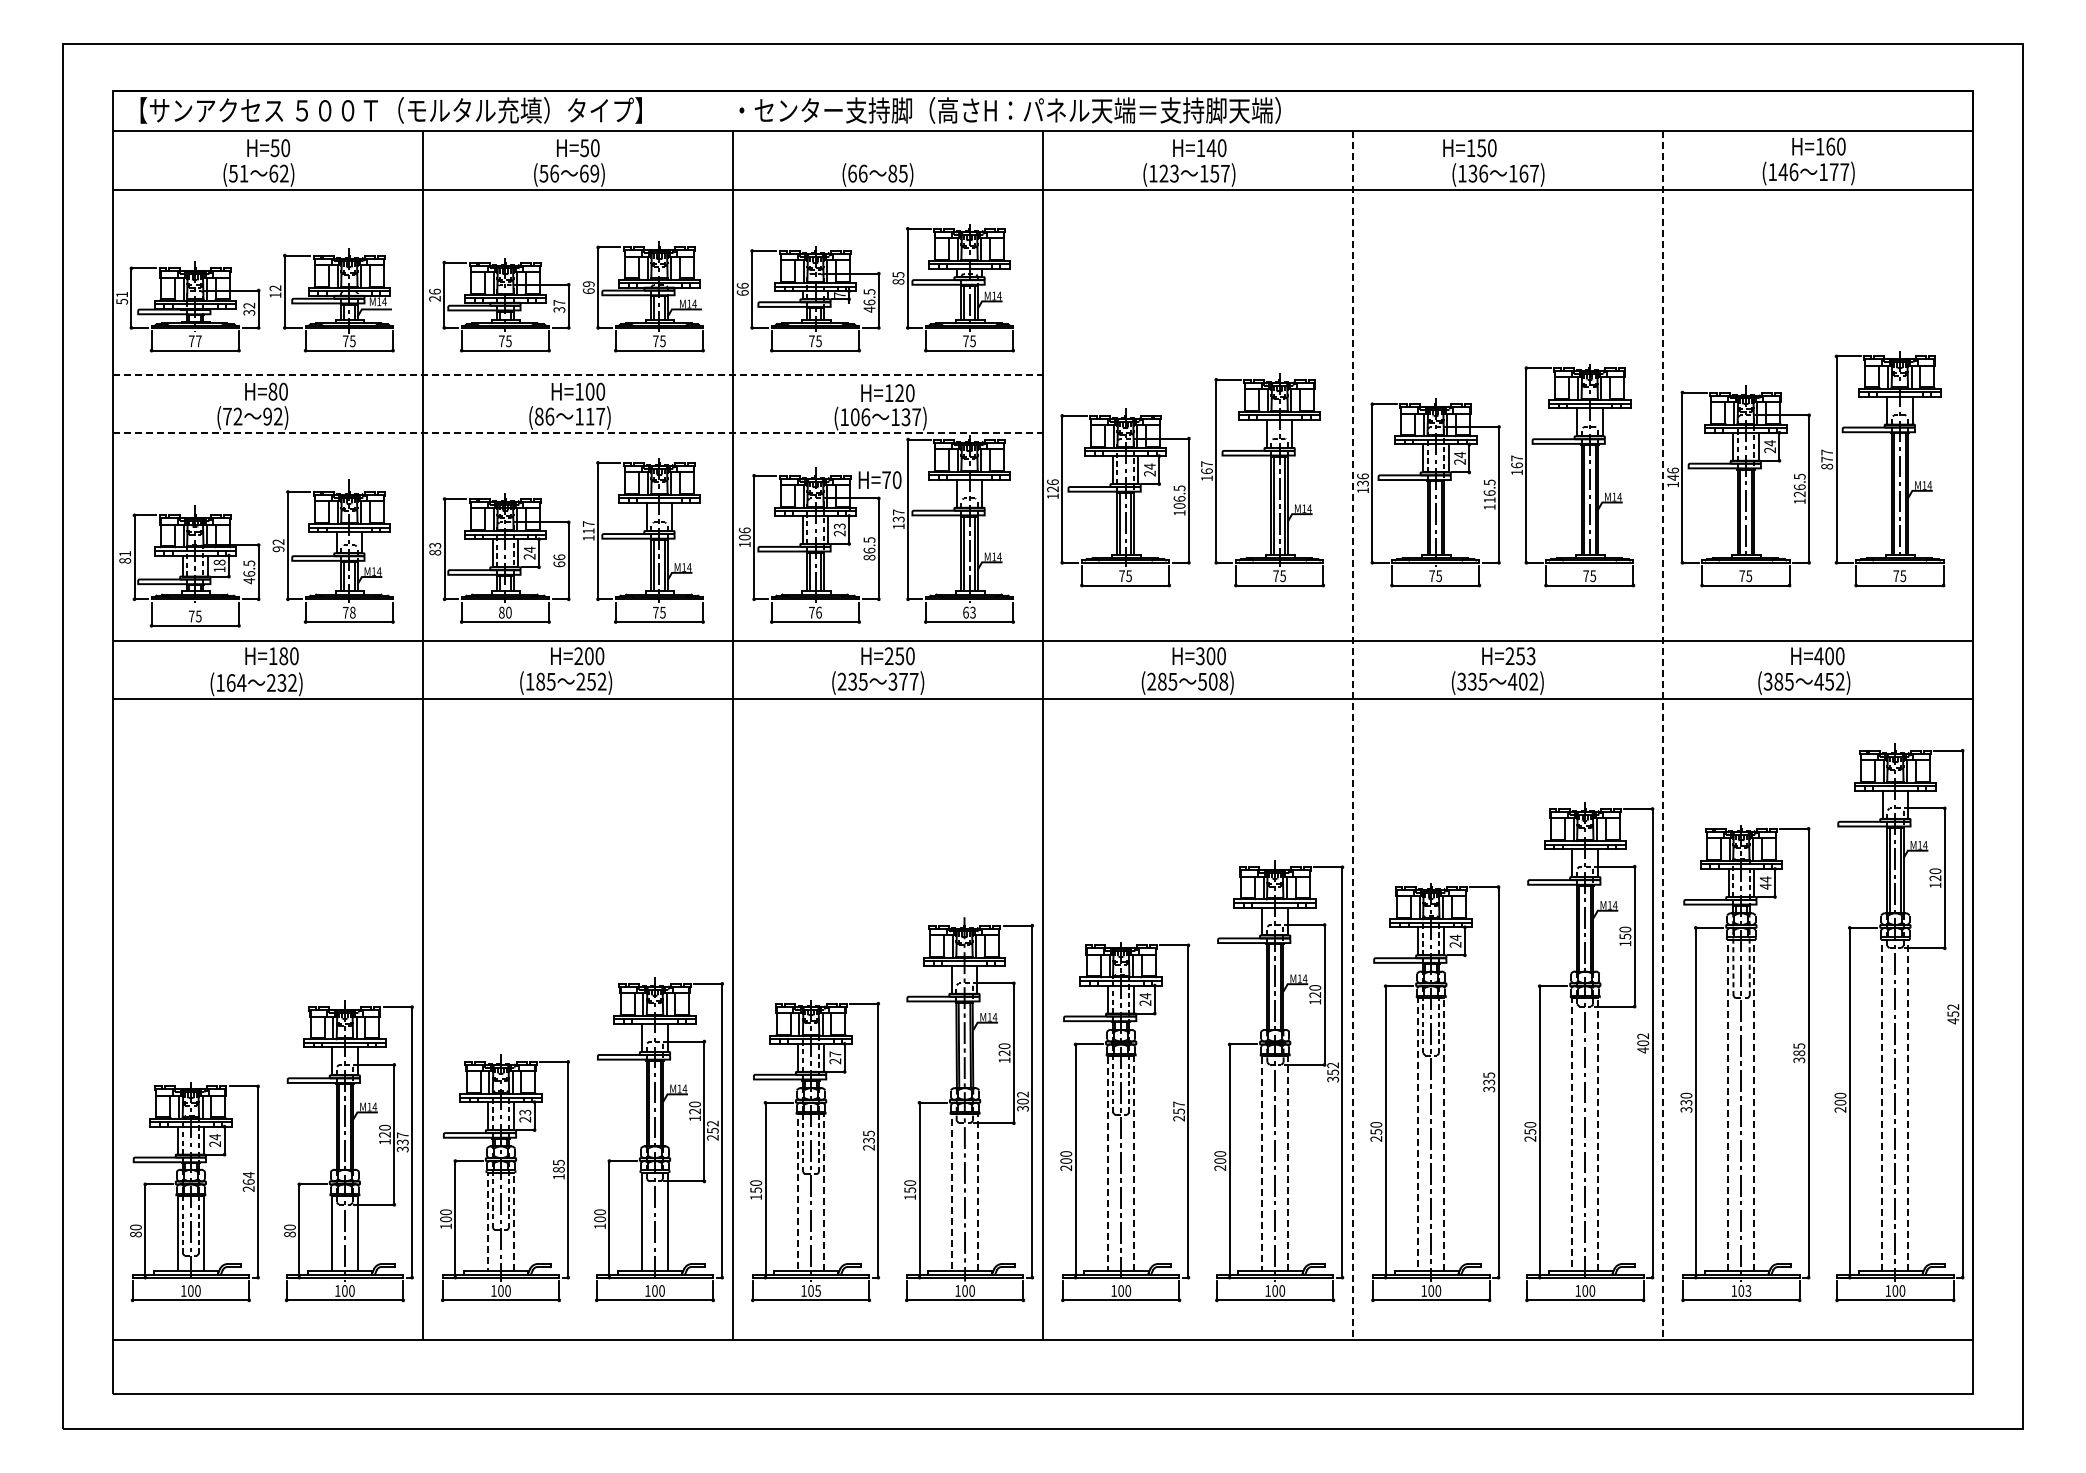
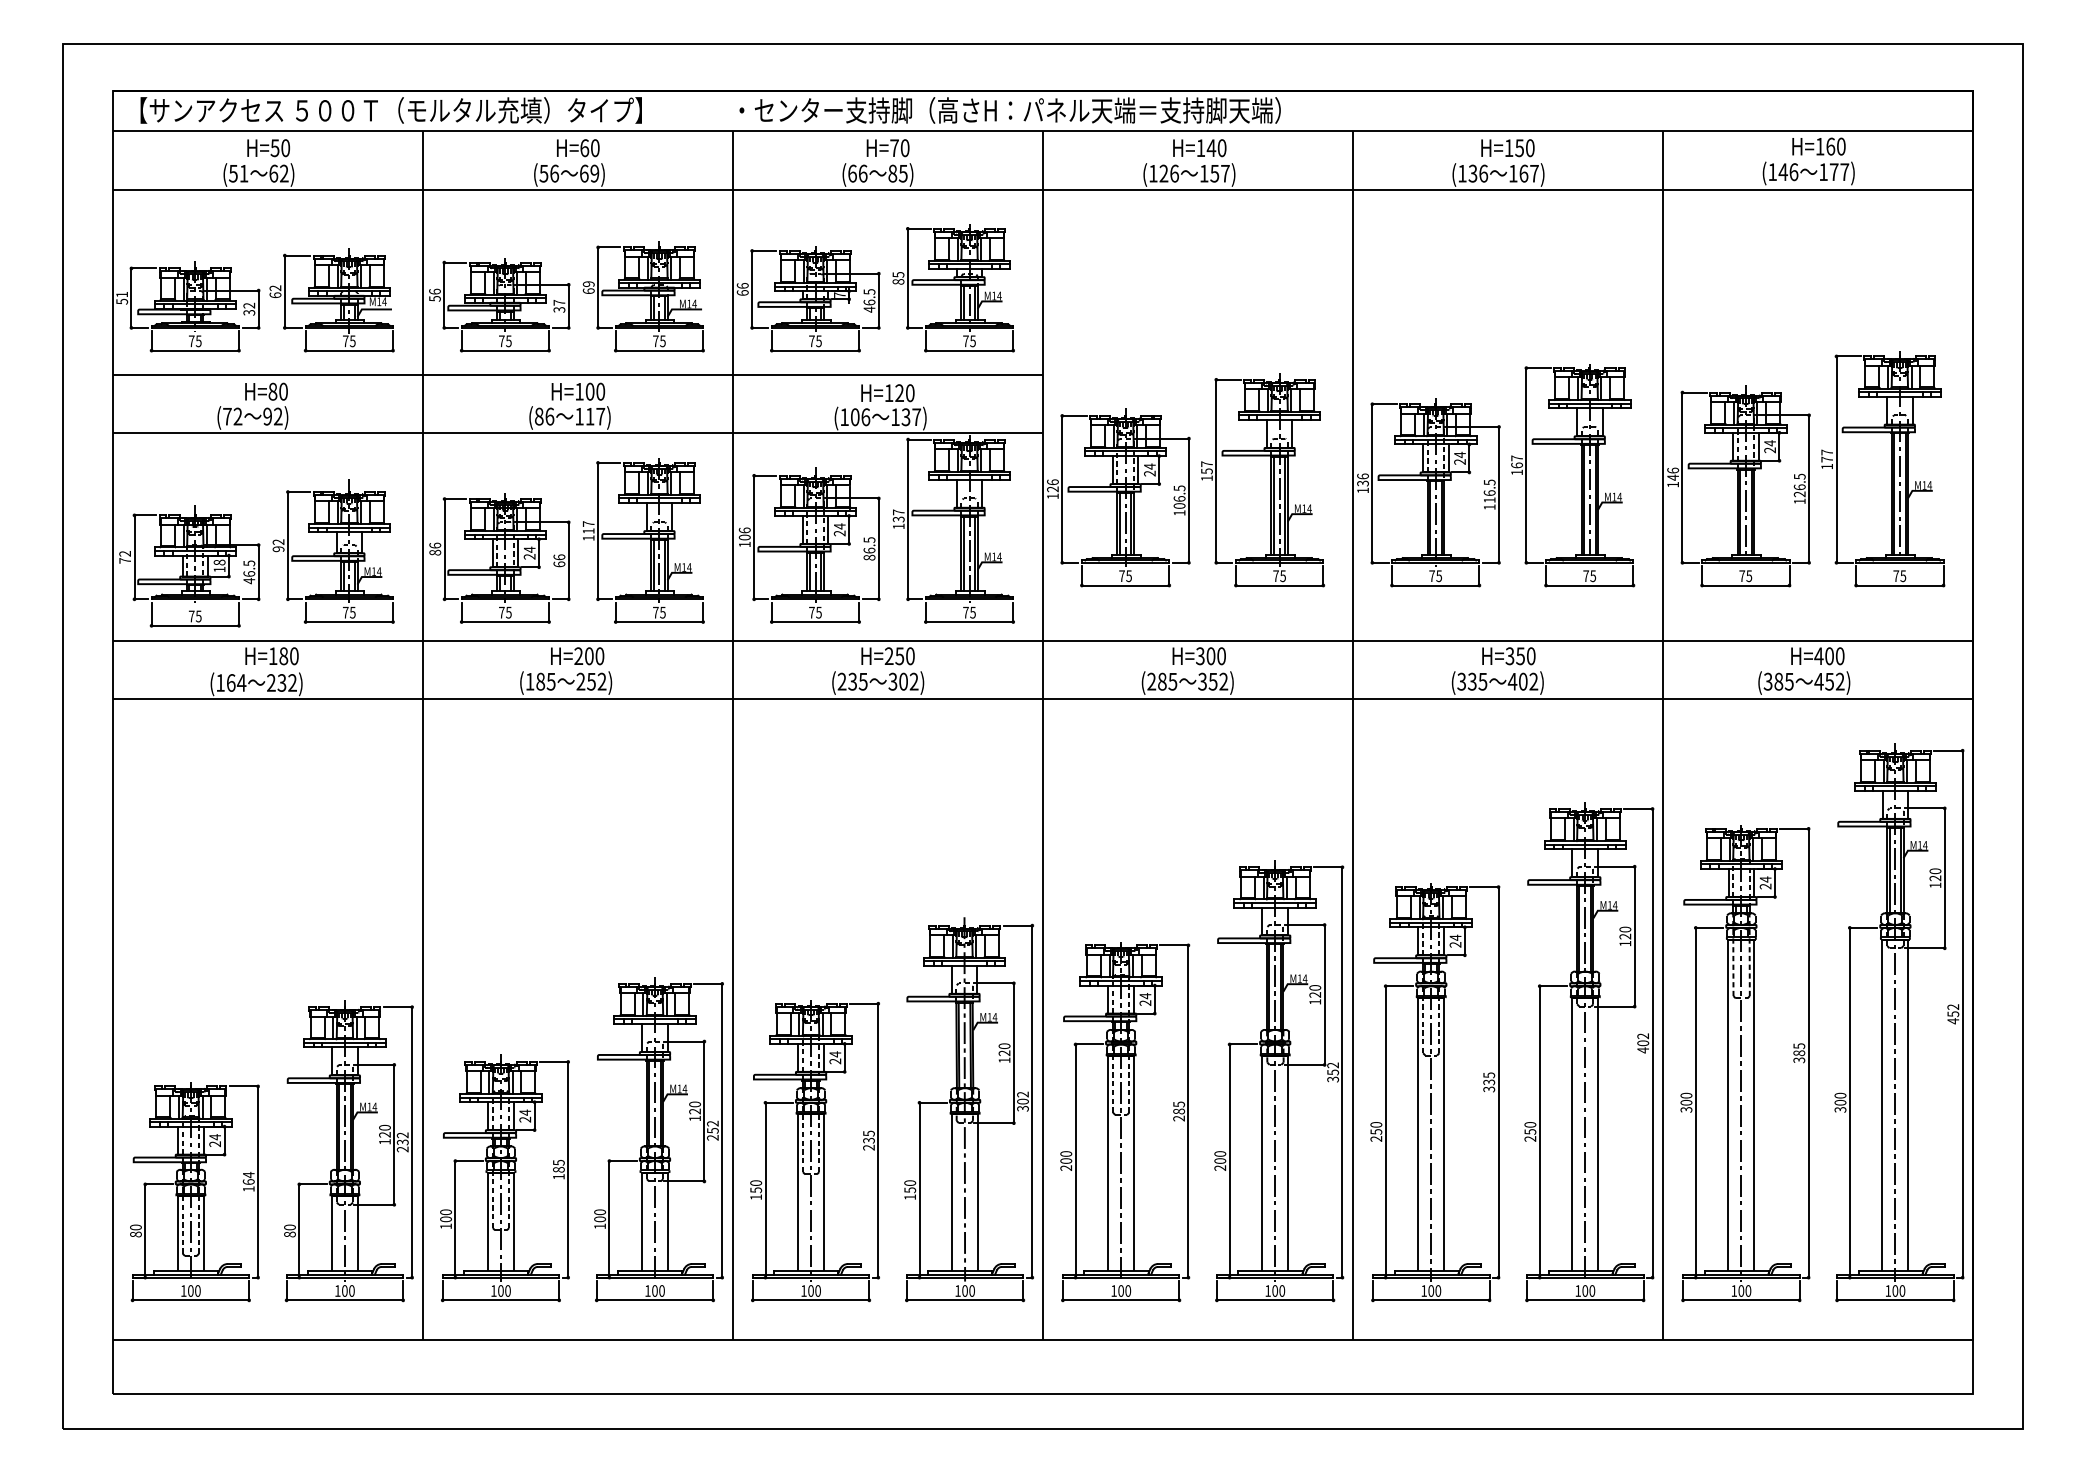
text at (584, 148): H=50 -> H=60
text at (1469, 148) position: (1469, 148) -> (1507, 148)
text at (1174, 173): (123 -> (126
text at (275, 295): 12 -> 62
text at (434, 298): 26 -> 56
text at (198, 341): 77 -> 75
line at (578, 375): dashed -> solid
line at (578, 433): dashed -> solid
text at (1827, 466): 877 -> 177
text at (1206, 471): 167 -> 157
text at (879, 480) position: (879, 480) -> (887, 148)
text at (839, 526): 23 -> 24
text at (435, 545): 83 -> 86
text at (125, 557): 81 -> 72
text at (352, 612): 78 -> 75
text at (505, 612): 80 -> 75
text at (818, 612): 76 -> 75
text at (969, 612): 63 -> 75
text at (1520, 656): H=253 -> H=350
text at (908, 681): 377) -> 302)
text at (1213, 681): 508) -> 352)
line at (1353, 736): dashed -> solid
line at (1663, 736): dashed -> solid
text at (1765, 886): 44 -> 24
text at (1625, 936): 150 -> 120
line at (1741, 939): dashed -> solid
line at (1895, 939): dashed -> solid
line at (1431, 997): dashed -> solid
line at (1585, 997): dashed -> solid
text at (835, 1054): 27 -> 24
line at (1121, 1056): dashed -> solid
line at (1275, 1056): dashed -> solid
text at (1686, 1102): 330 -> 300
text at (1179, 1107): 257 -> 285
text at (1841, 1109): 200 -> 300
text at (525, 1112): 23 -> 24
line at (811, 1114): dashed -> solid
line at (965, 1114): dashed -> solid
text at (402, 1142): 337 -> 232
line at (500, 1172): dashed -> solid
text at (248, 1188): 264 -> 164
text at (817, 1290): 105 -> 100
text at (1748, 1290): 103 -> 100
